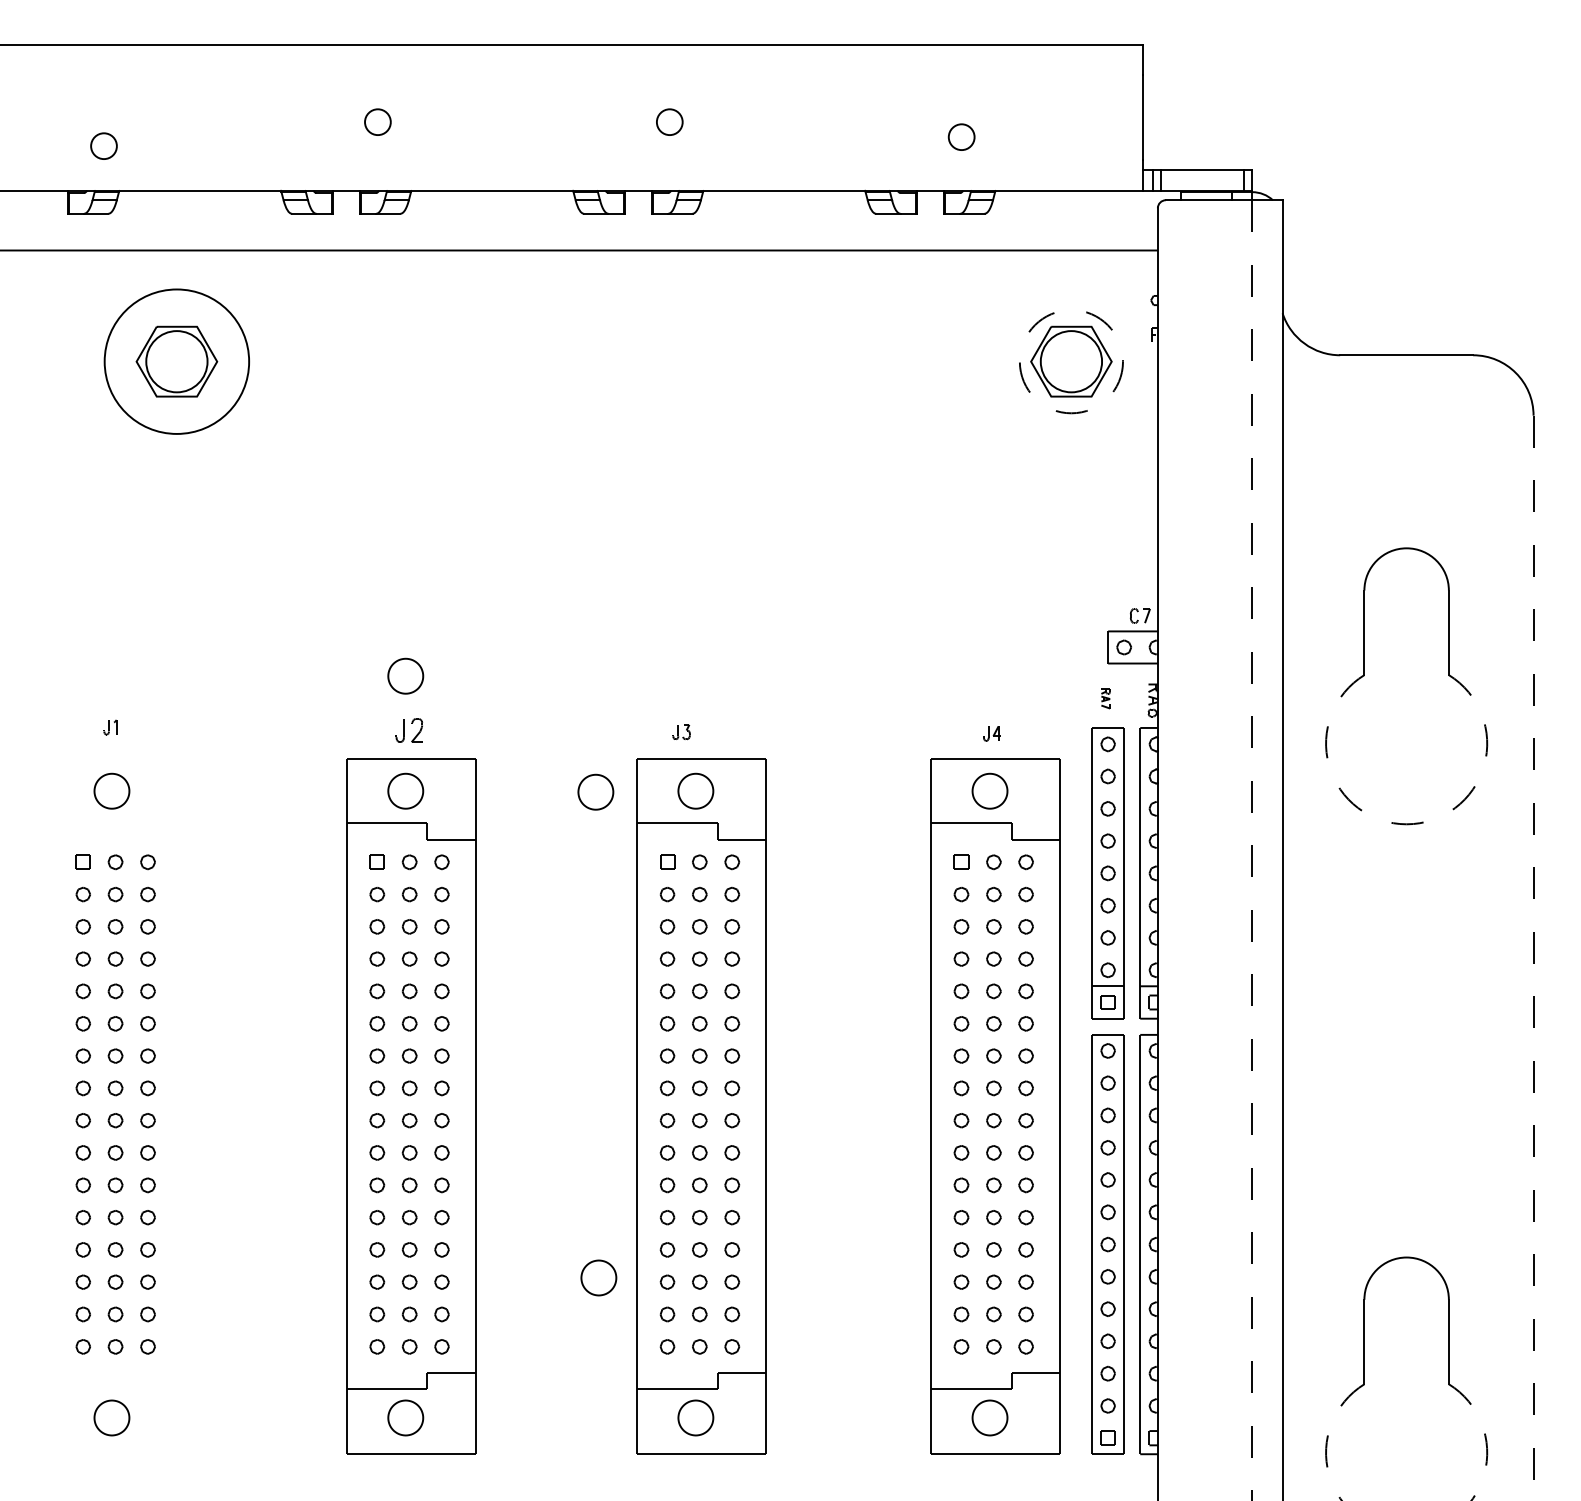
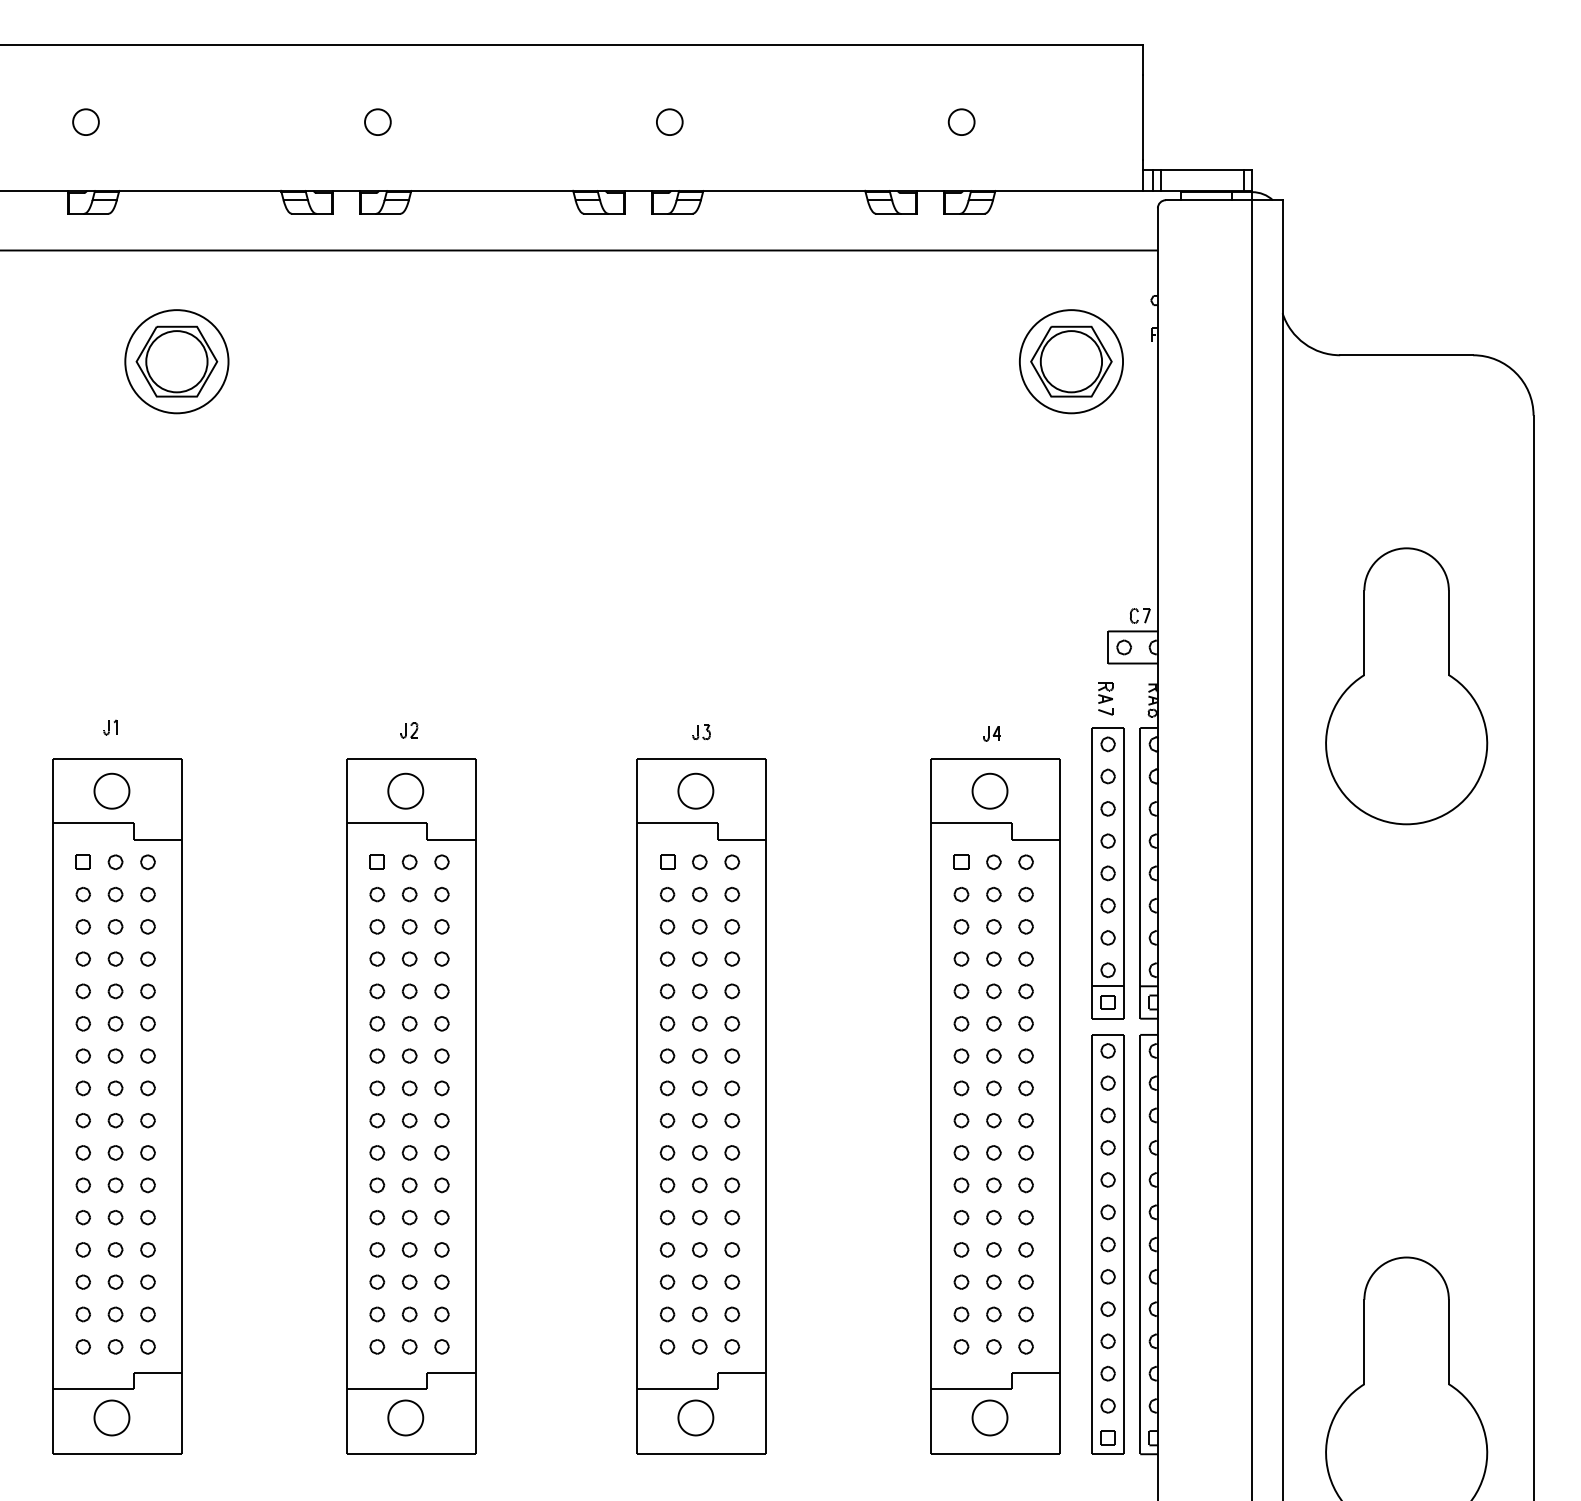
circle at (961, 136) position: (961, 136) -> (961, 121)
circle at (103, 145) position: (103, 145) -> (85, 121)
circle at (176, 361) diameter: 144 px -> 103 px
circle at (1071, 361): dashed -> solid
part at (405, 675): present -> none
part at (1105, 698) size: 10x22 px -> 16x34 px
part at (408, 730) size: 28x25 px -> 19x17 px
part at (681, 732) position: (681, 732) -> (701, 732)
part at (595, 791): present -> none
arc at (1406, 824): dashed -> solid
line at (1252, 850): dashed -> solid
line at (1533, 958): dashed -> solid
part at (117, 1106): none -> present
part at (598, 1277): present -> none
arc at (1471, 1500): dashed -> solid
